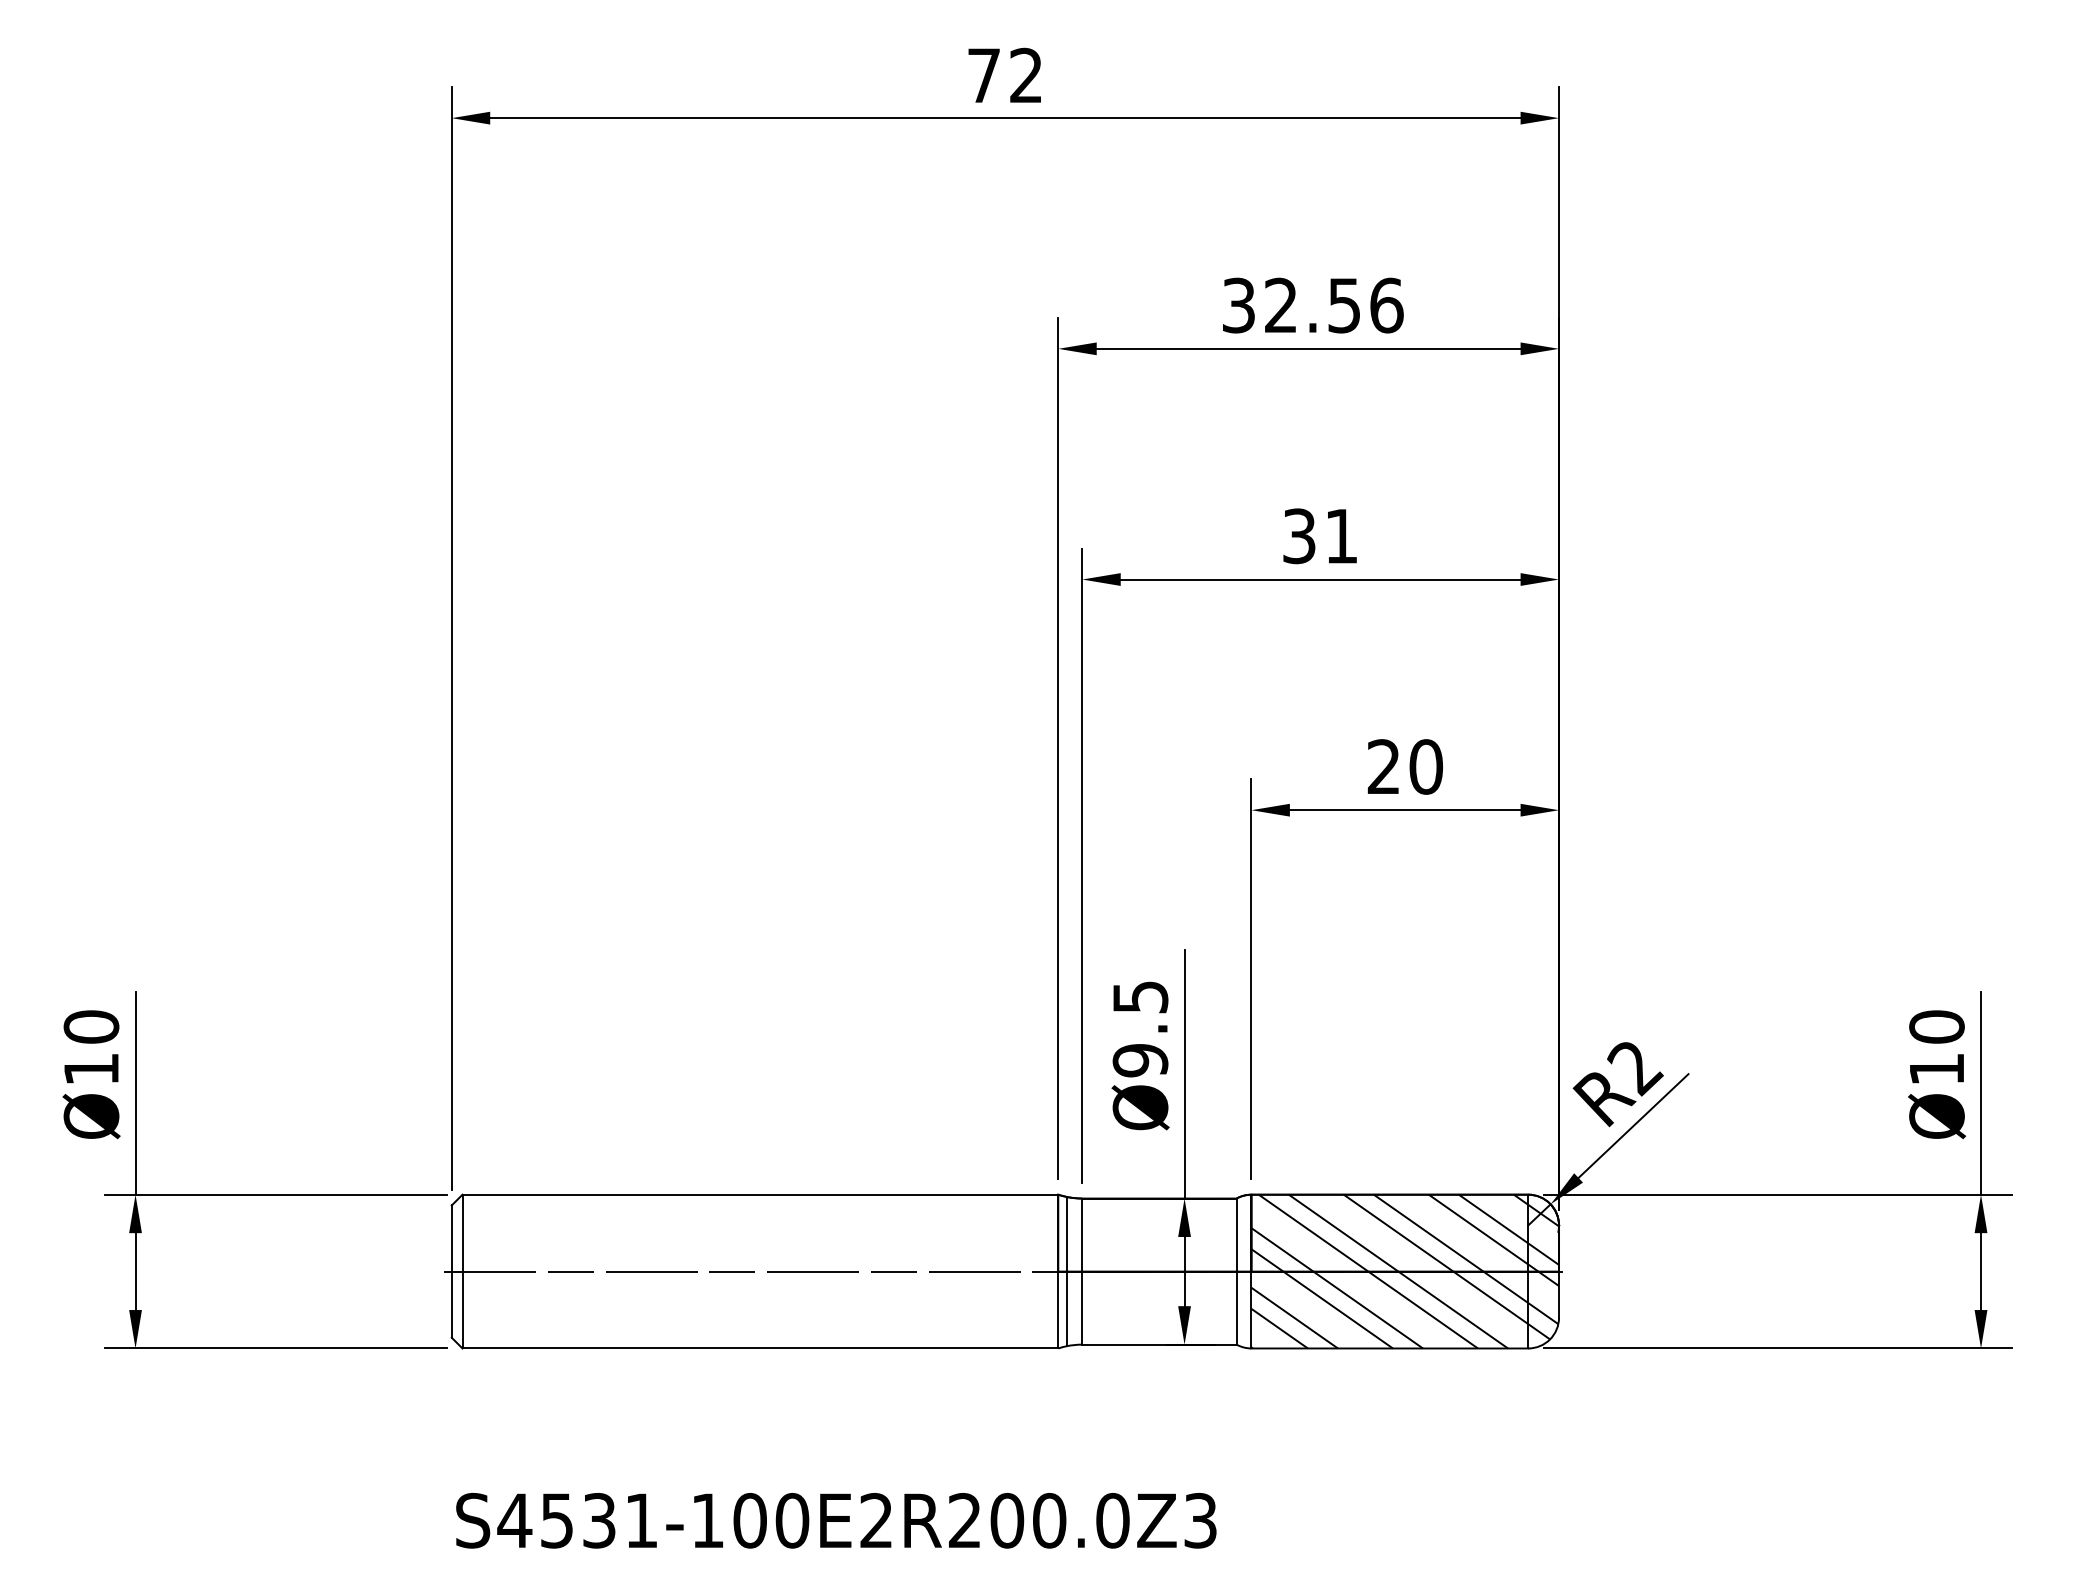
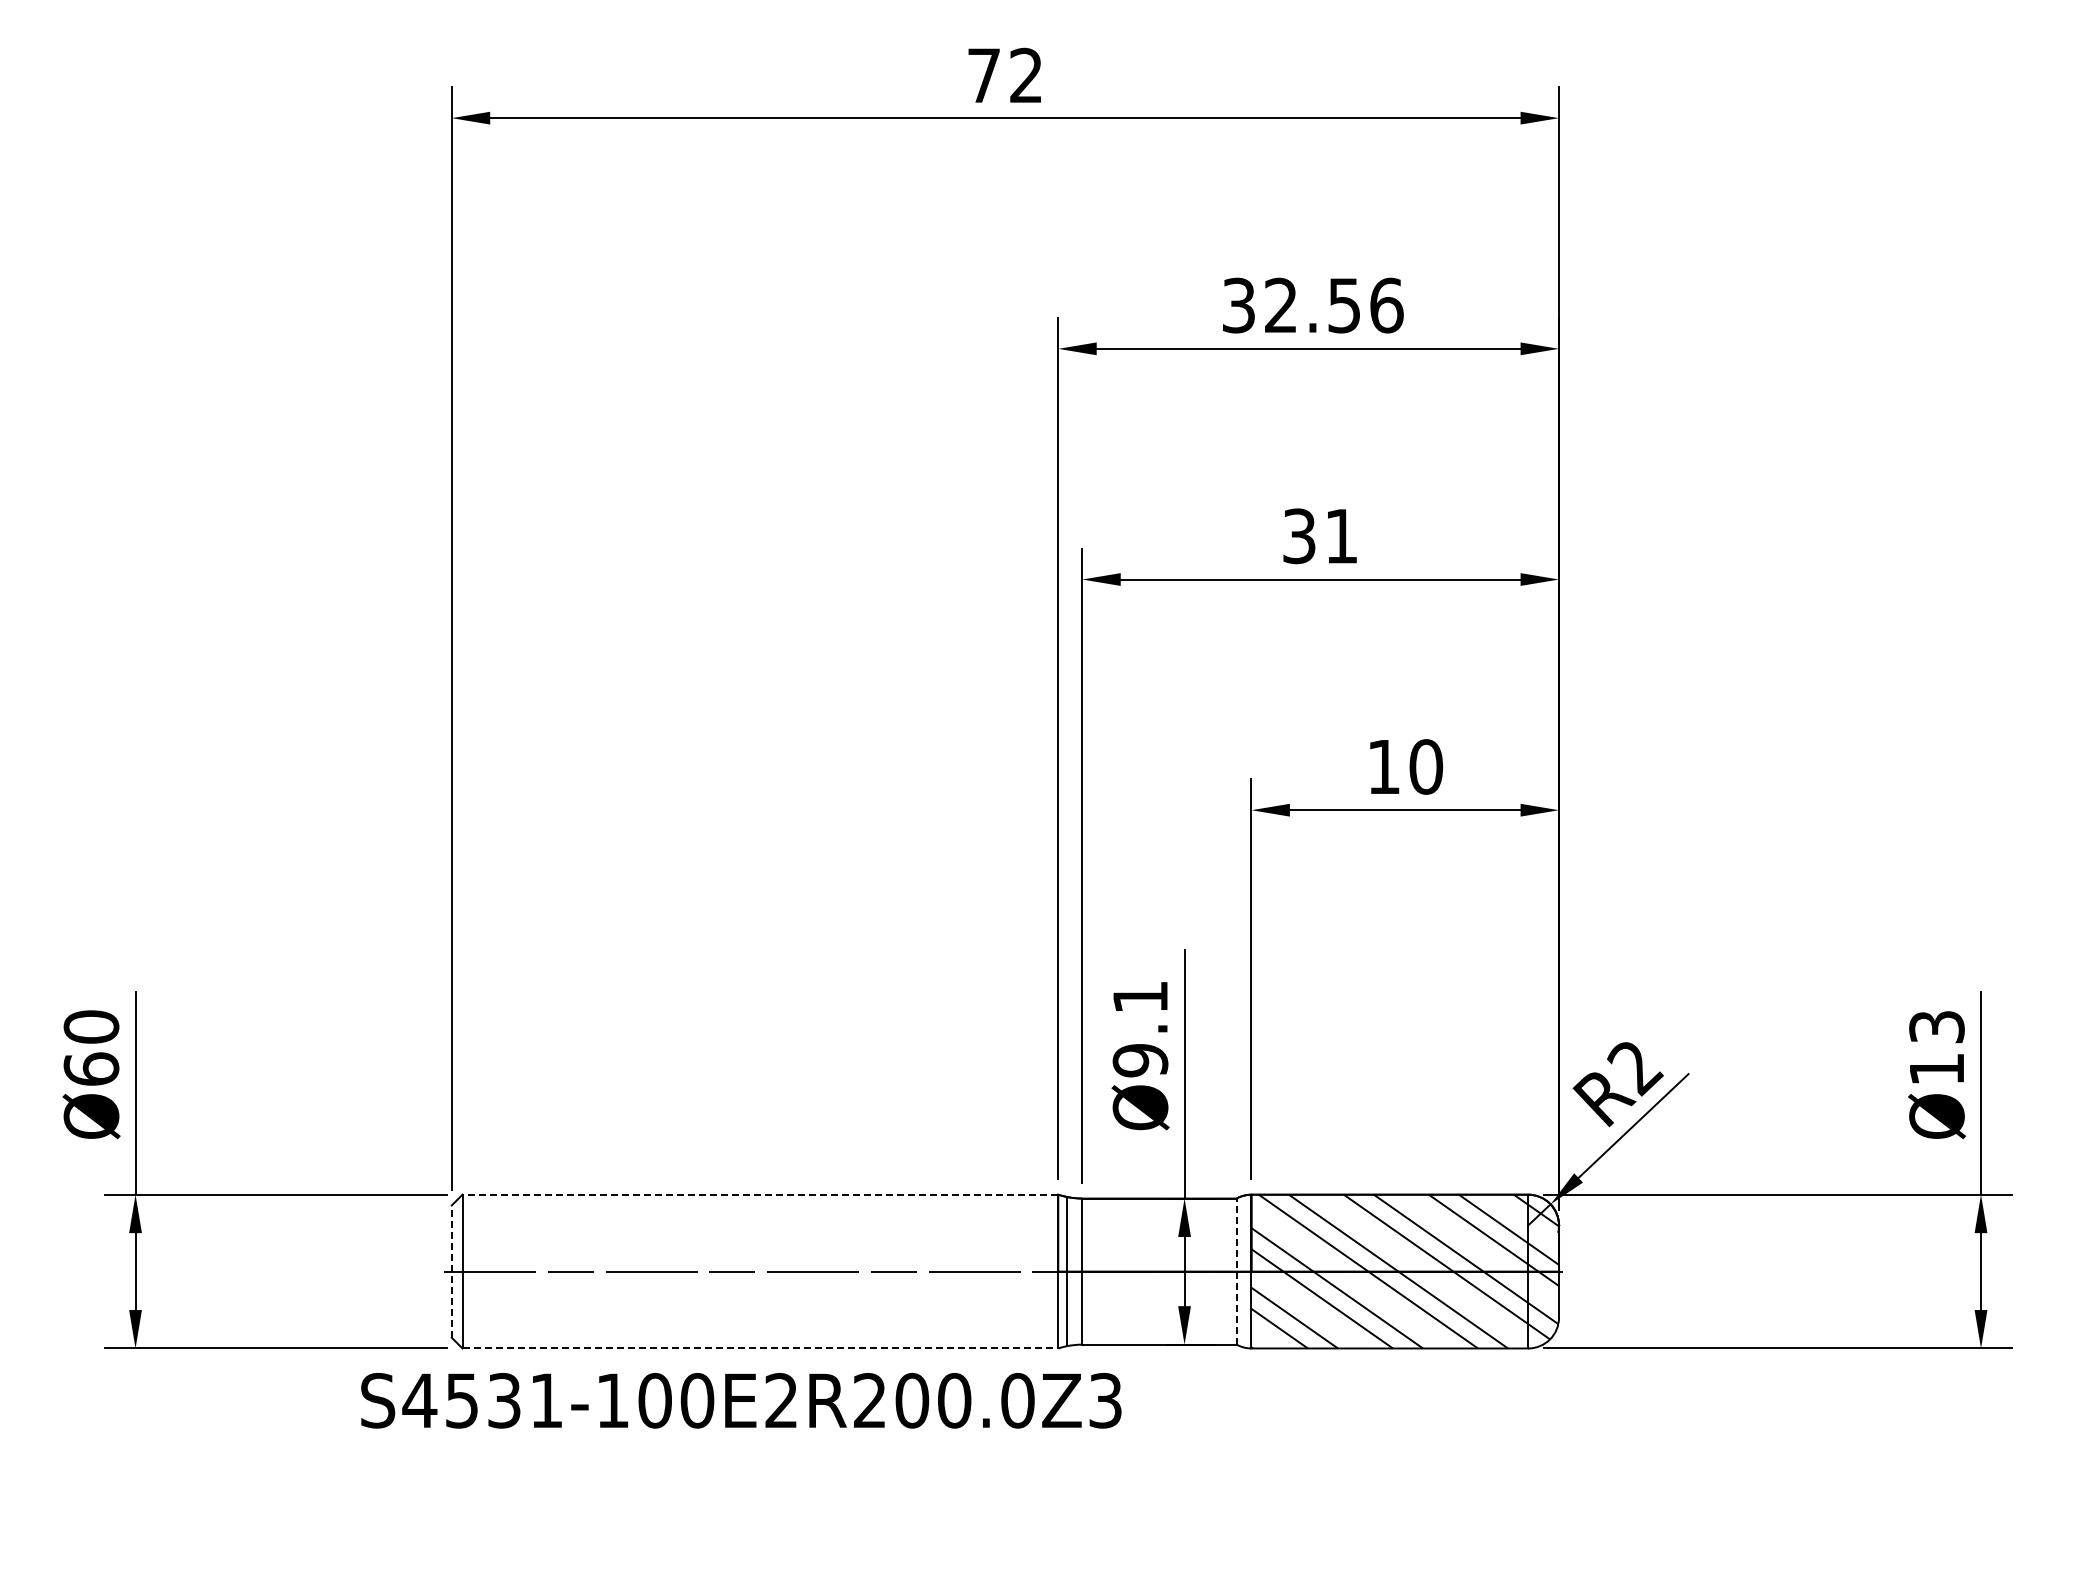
text at (1383, 766): 20 -> 10
text at (1140, 997): Ø9.5 -> Ø9.1
text at (1936, 1026): Ø10 -> Ø13
text at (91, 1068): Ø10 -> Ø60
line at (760, 1194): solid -> dashed
line at (451, 1271): solid -> dashed
line at (1236, 1271): solid -> dashed
line at (760, 1348): solid -> dashed
text at (836, 1520) position: (836, 1520) -> (741, 1400)
